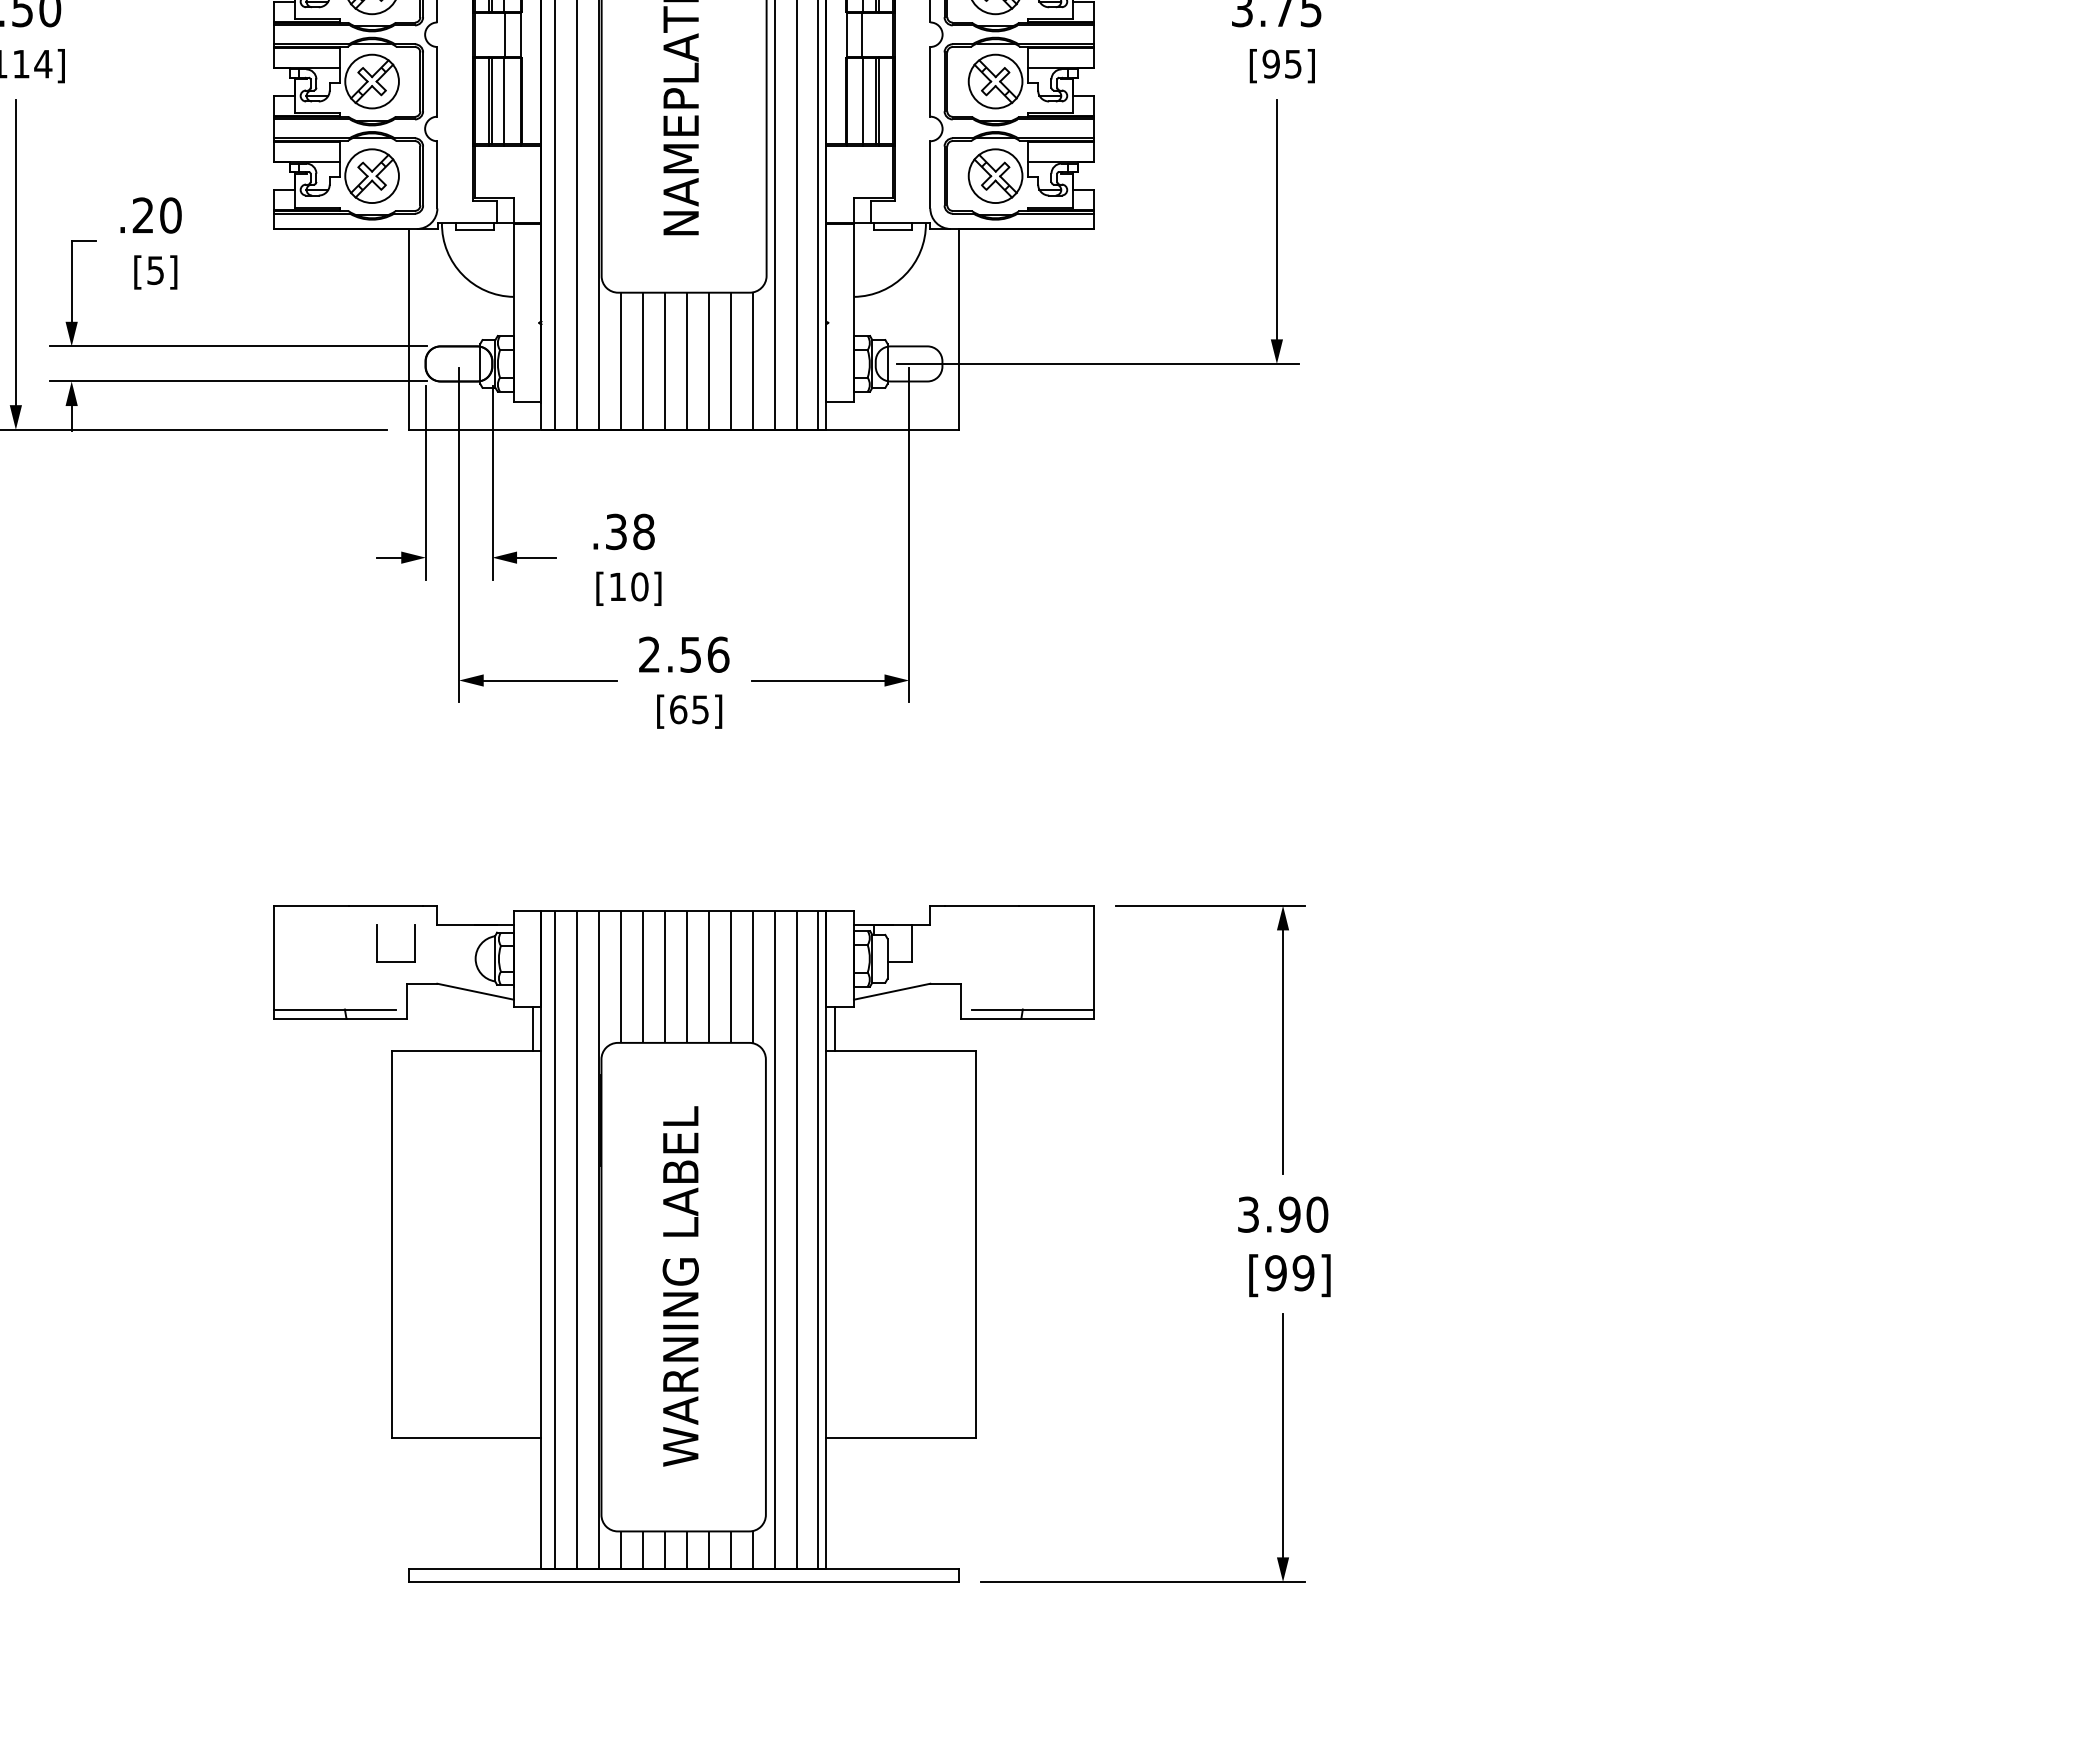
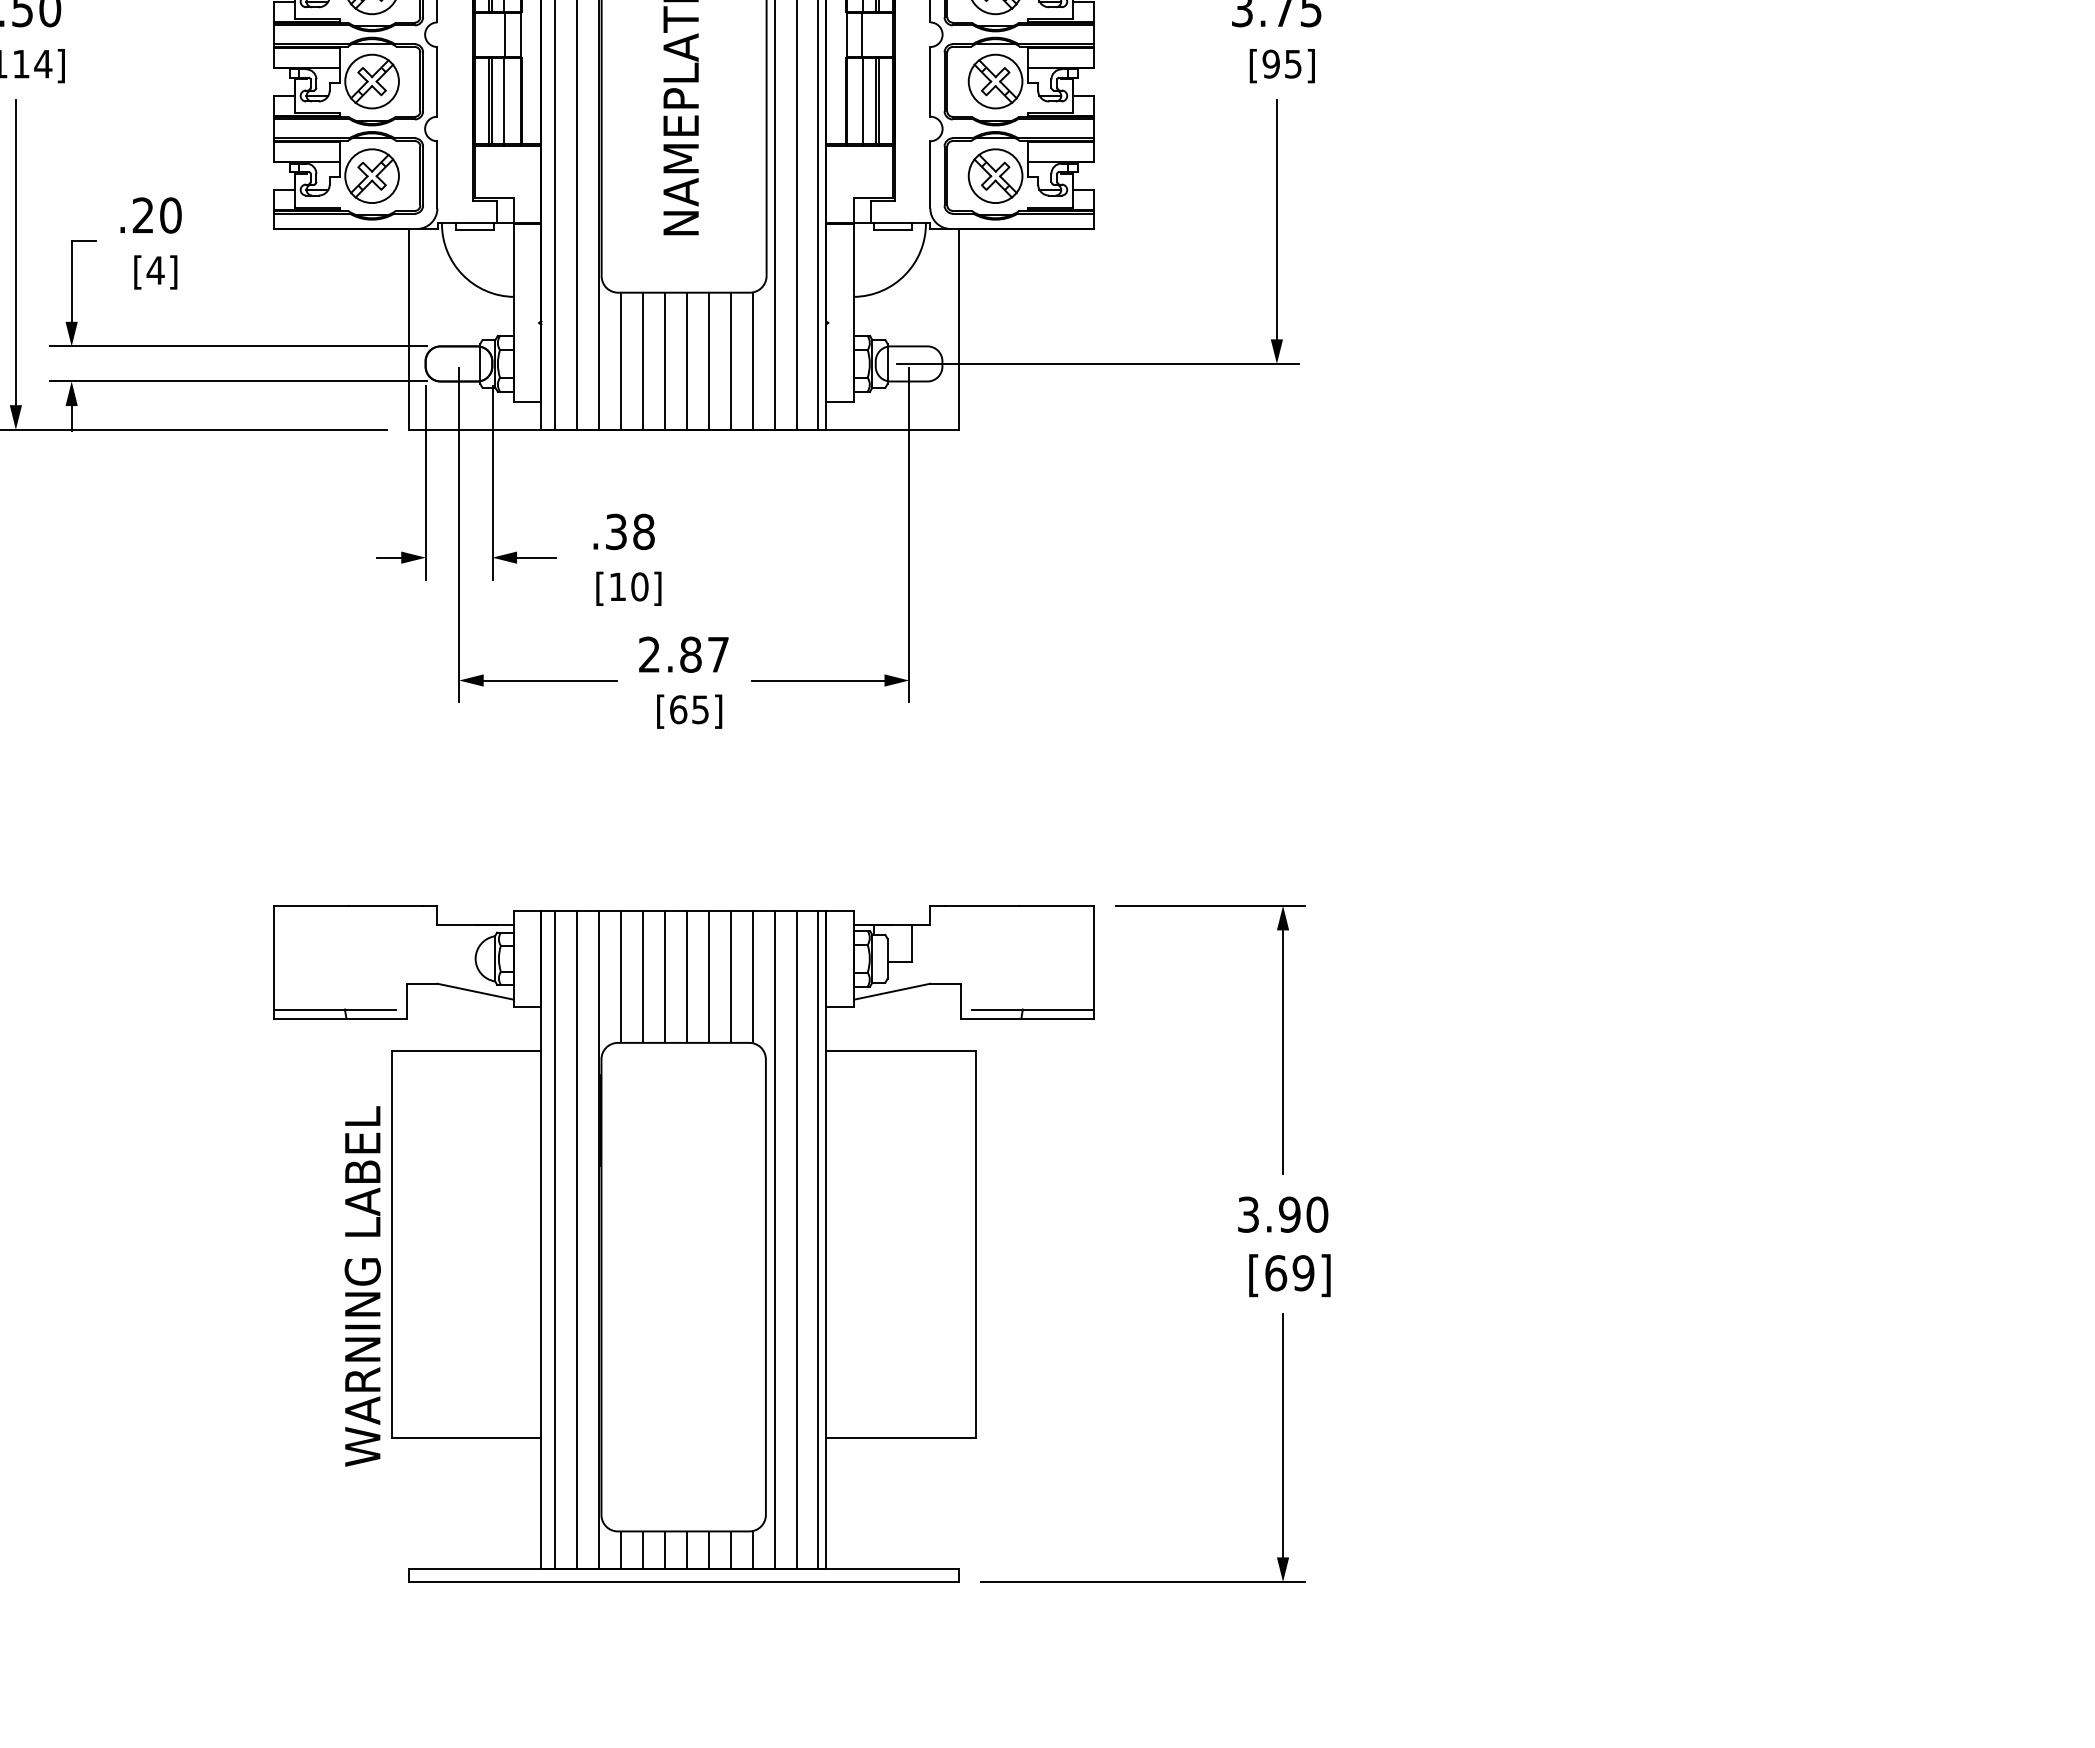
text at (155, 270): [5] -> [4]
text at (704, 654): 2.56 -> 2.87
part at (377, 943): present -> none
line at (533, 1028): present -> none
line at (834, 1028): present -> none
text at (1276, 1273): [99] -> [69]
text at (680, 1286) position: (680, 1286) -> (362, 1286)
